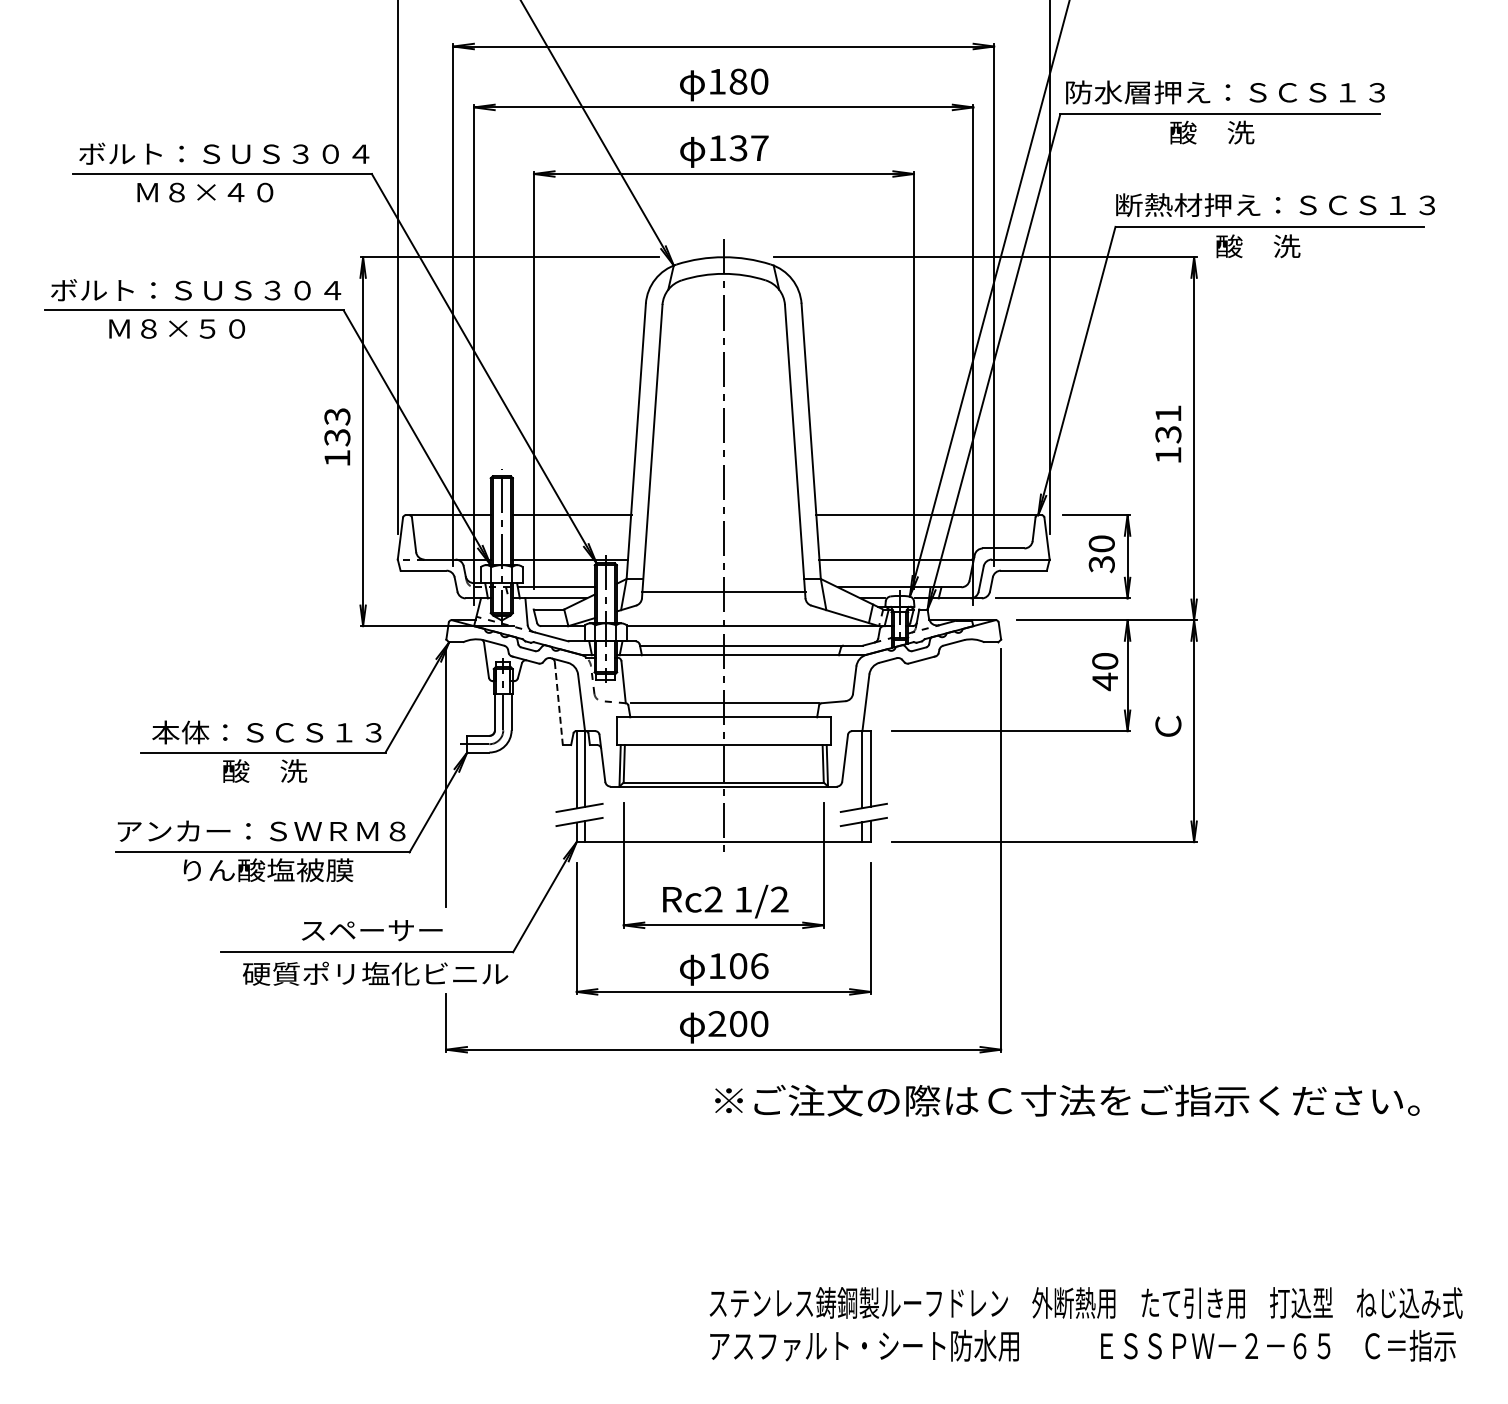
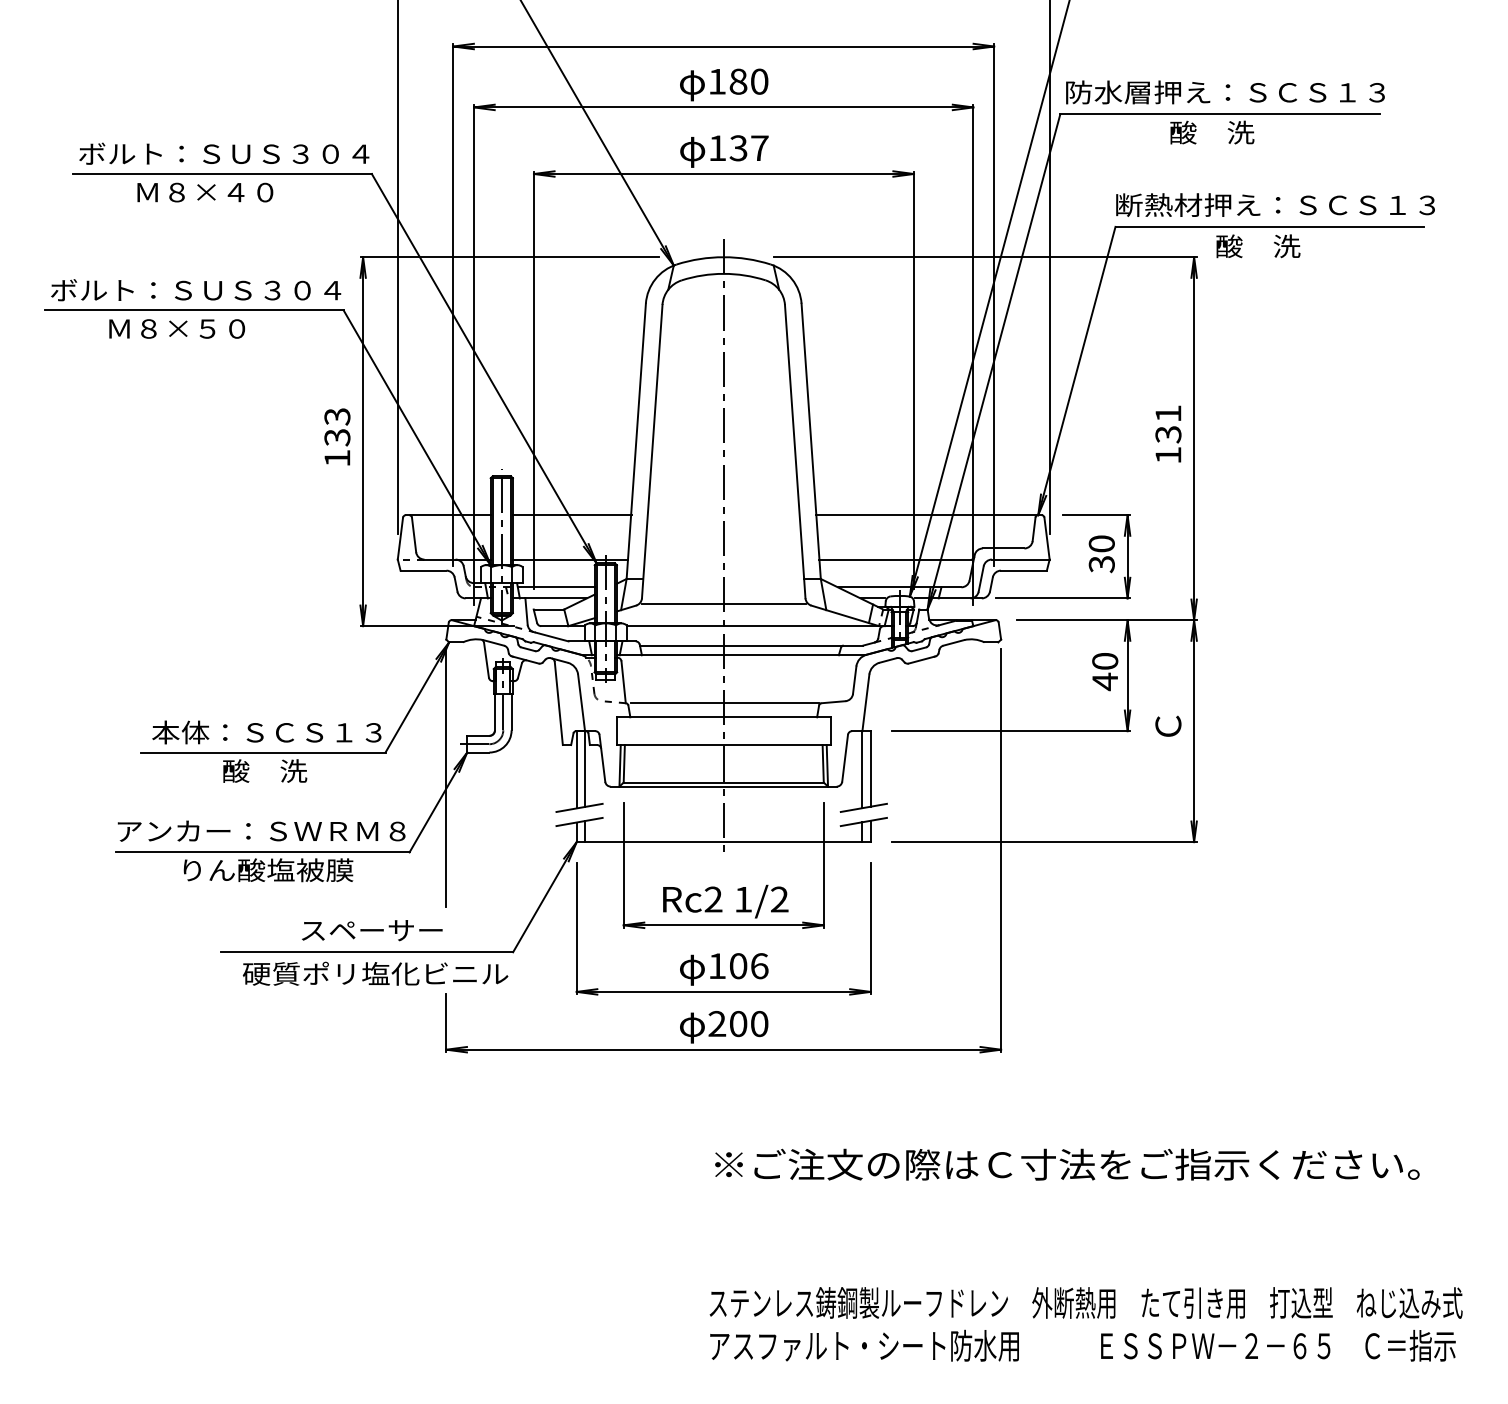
line at (723, 591) position: (723, 591) -> (723, 603)
line at (558, 703): dashed -> solid
text at (1067, 1100) position: (1067, 1100) -> (1067, 1164)
